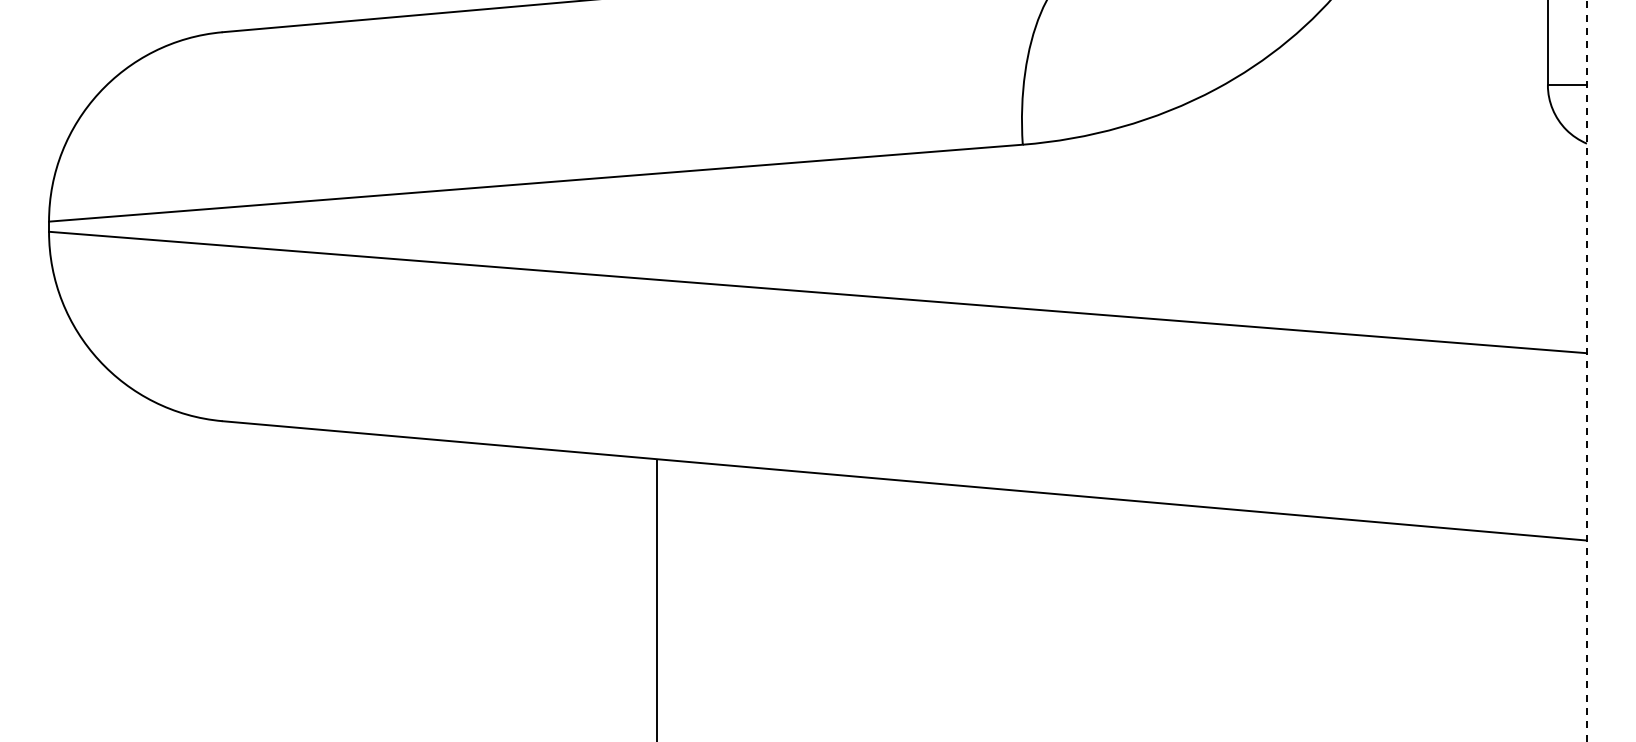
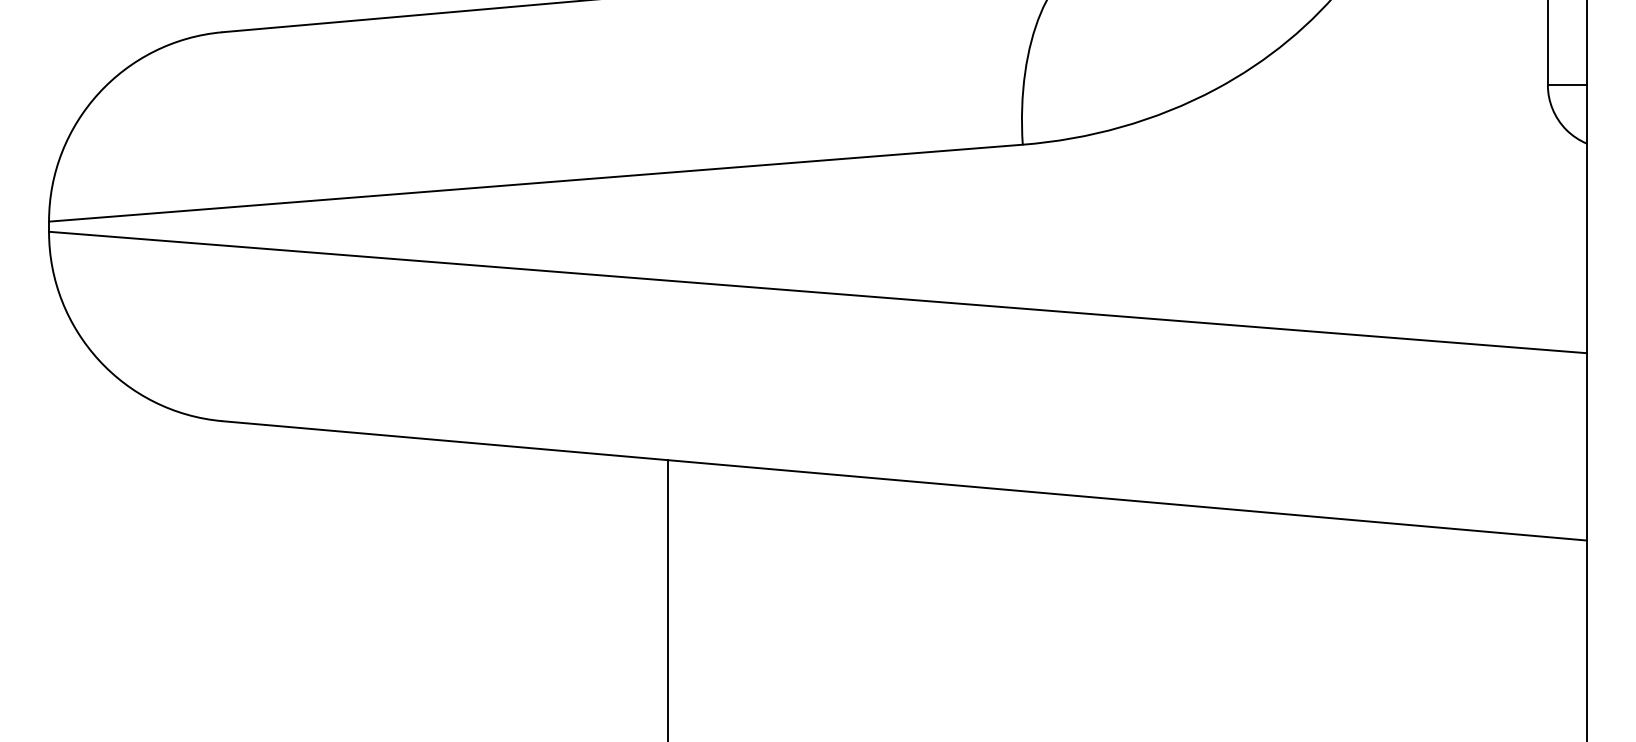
line at (1586, 370): dashed -> solid
line at (657, 599) position: (657, 599) -> (668, 599)
